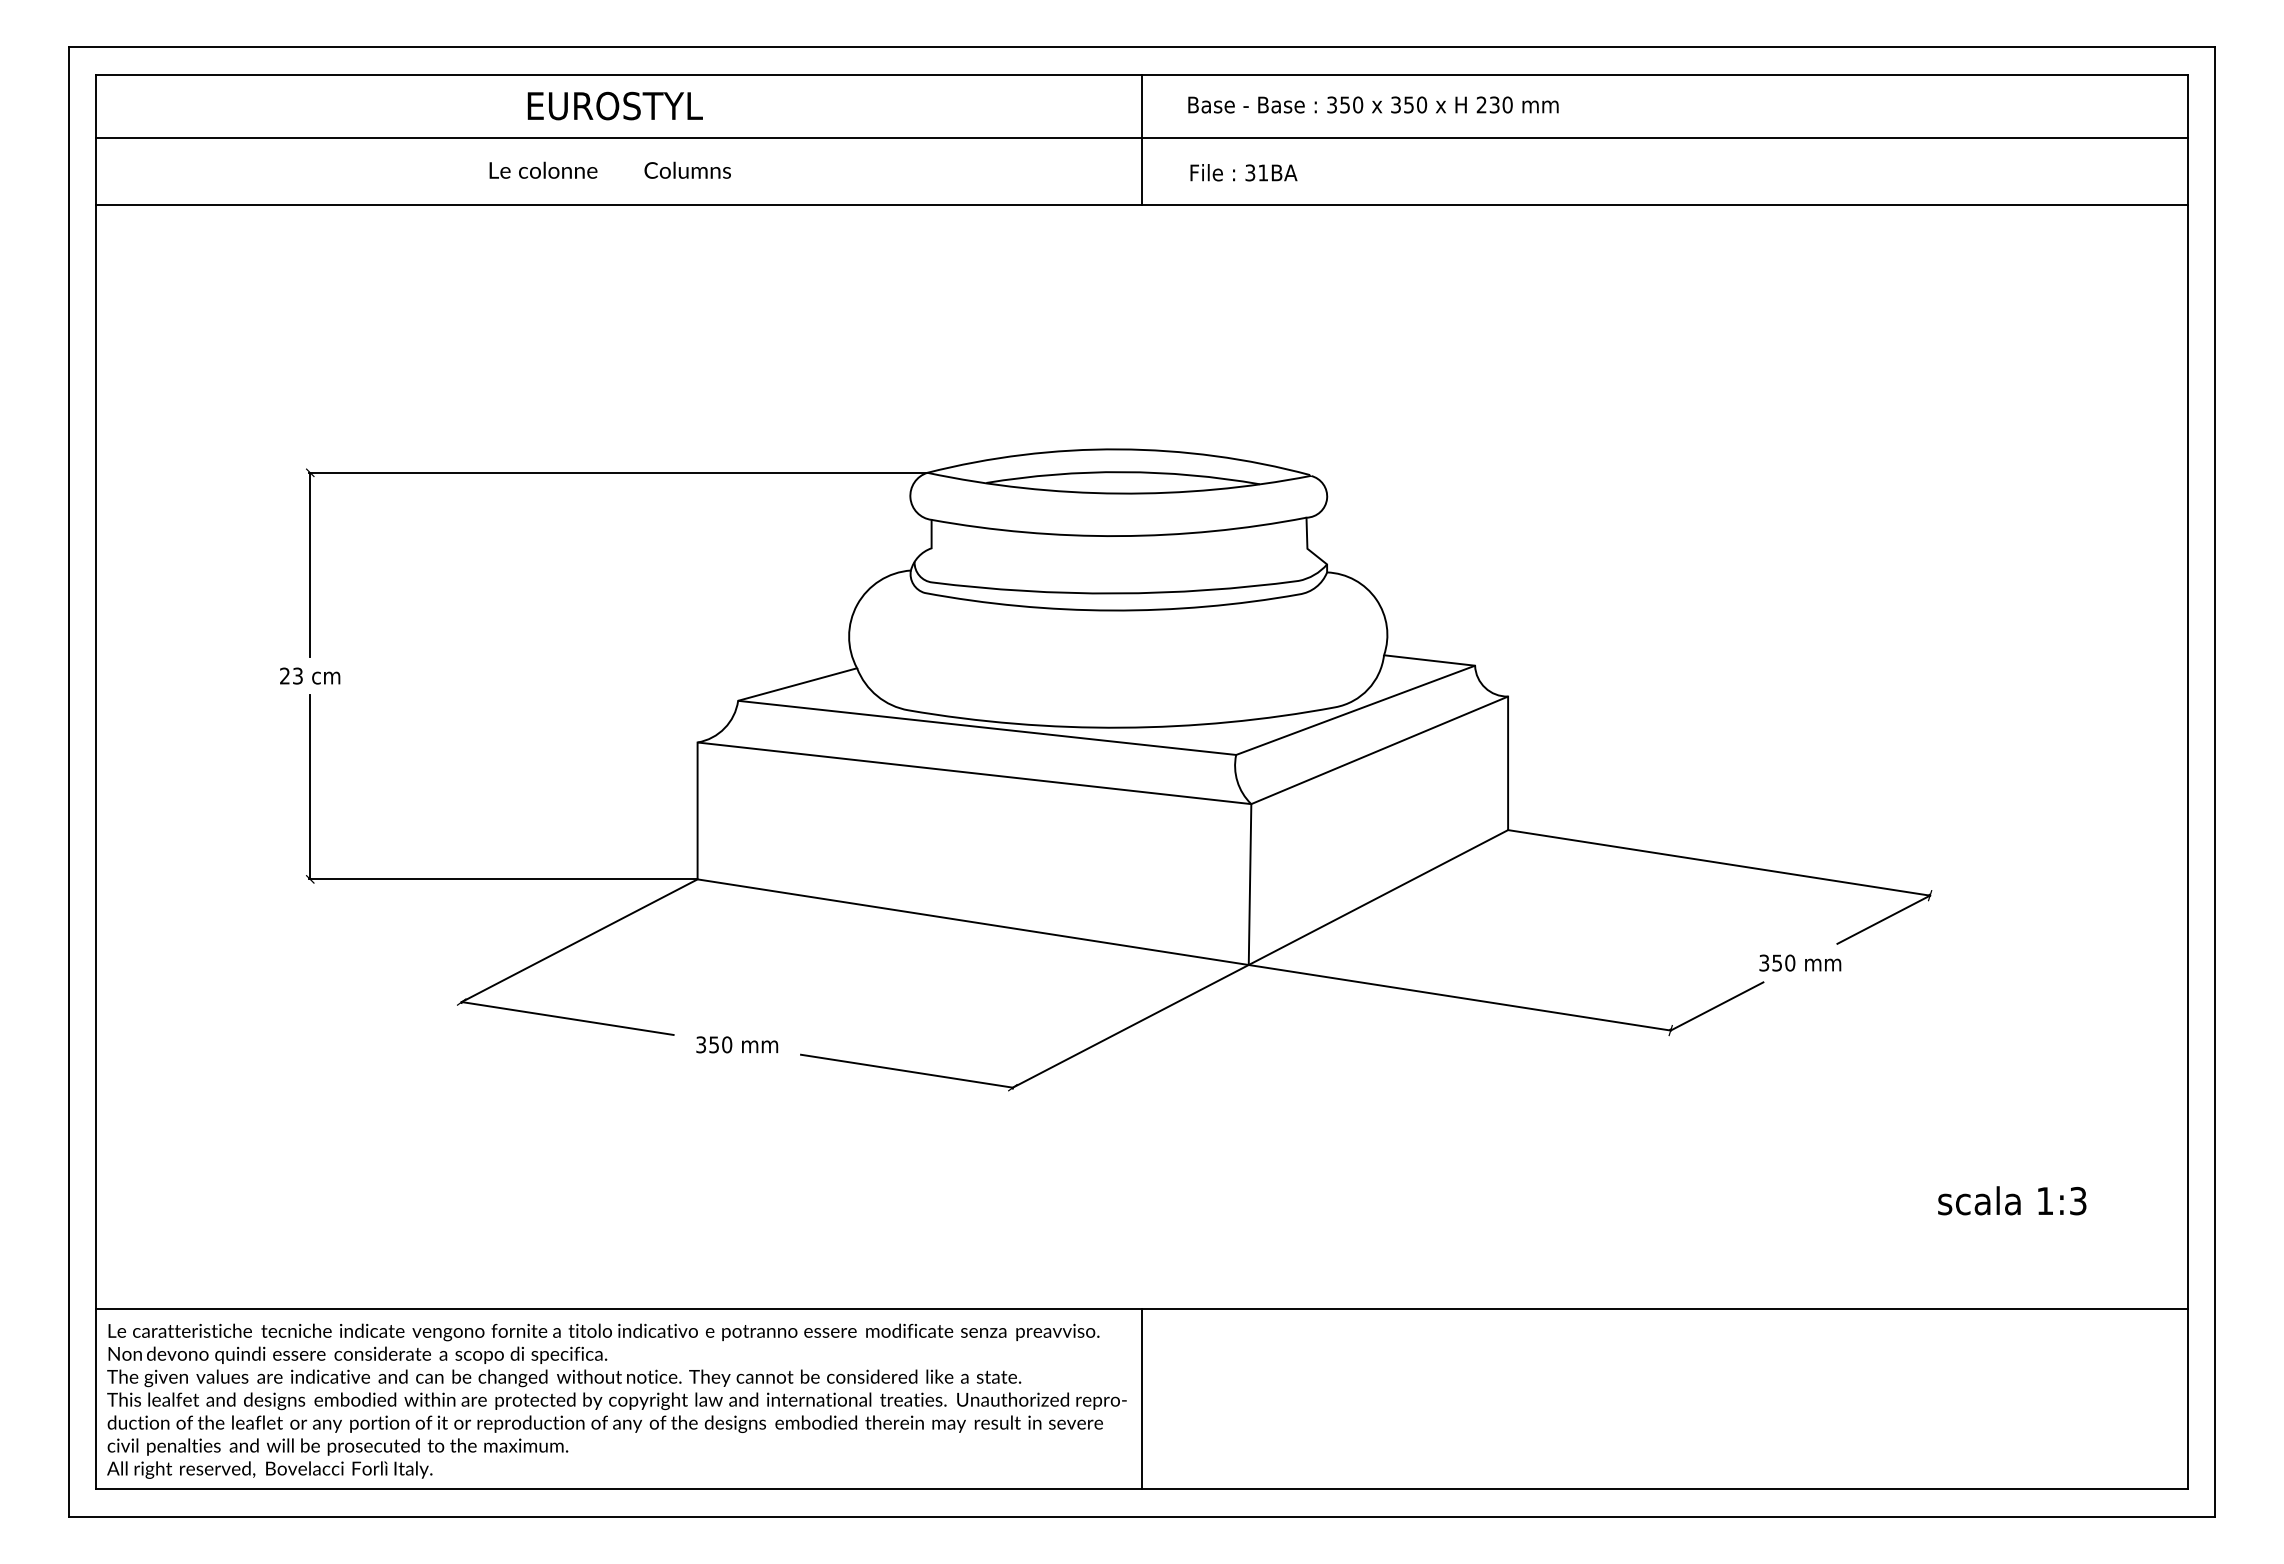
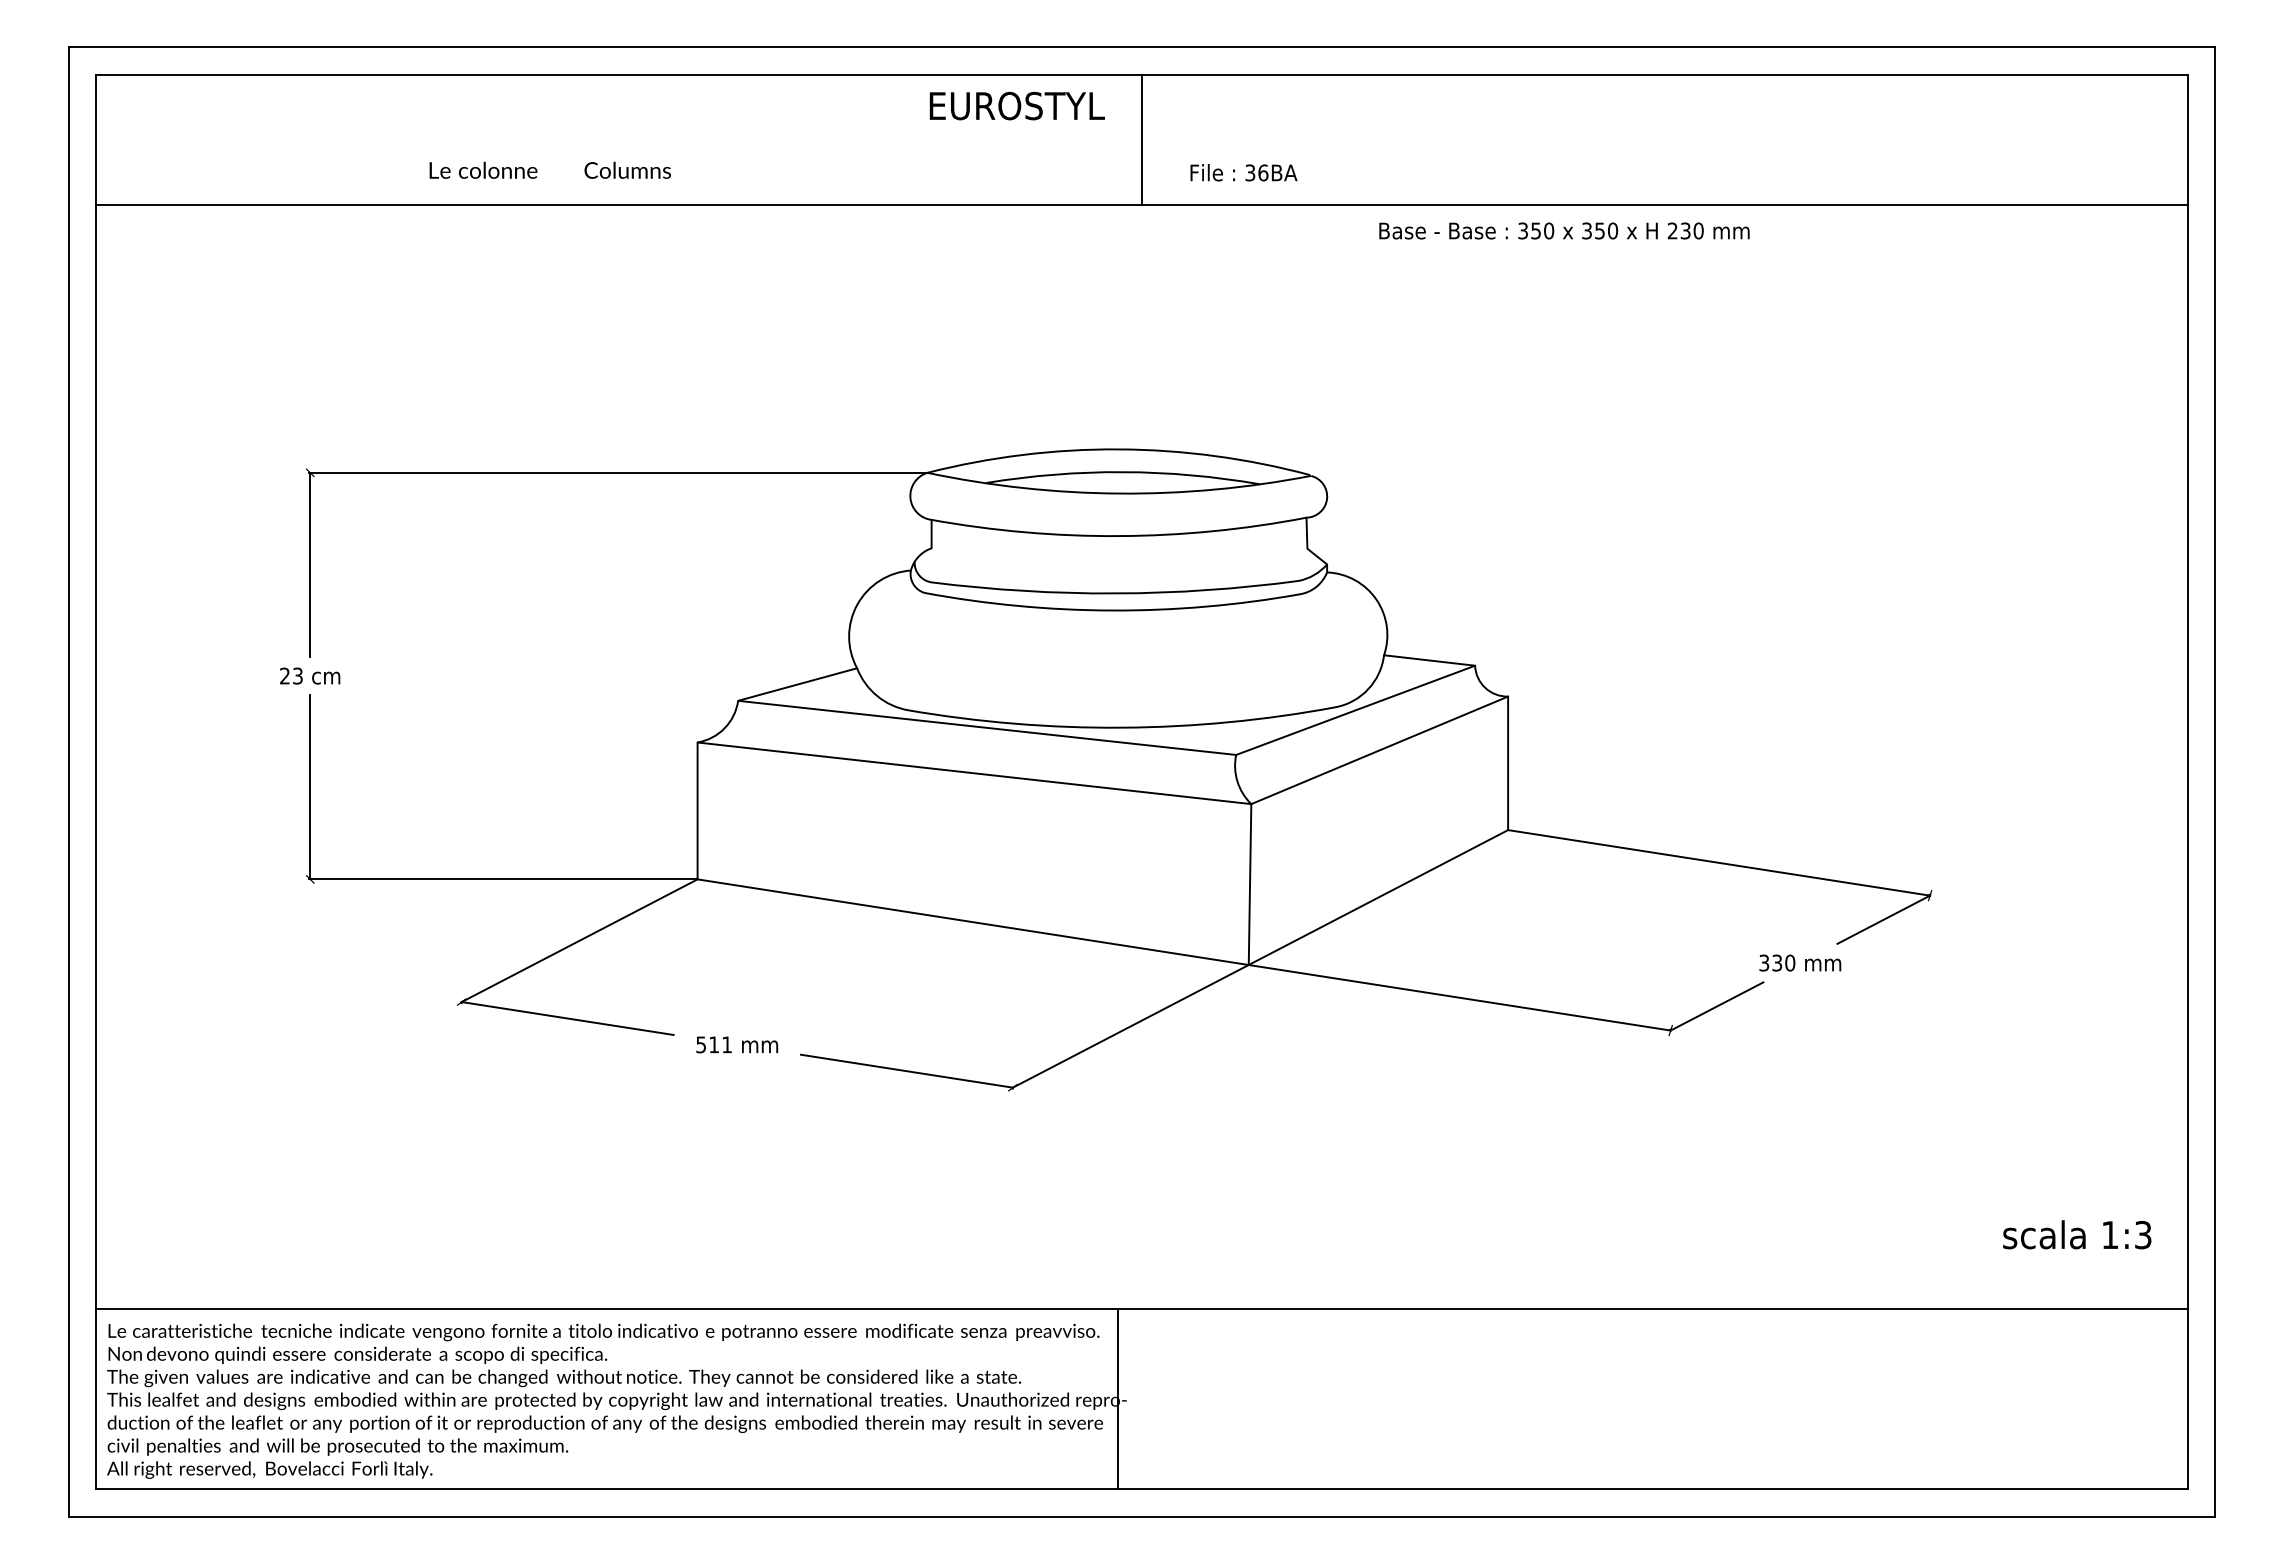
text at (1373, 104) position: (1373, 104) -> (1564, 230)
text at (614, 105) position: (614, 105) -> (1016, 105)
line at (1141, 138): present -> none
text at (609, 169) position: (609, 169) -> (549, 169)
text at (1263, 172): 31BA -> 36BA
text at (1777, 962): 350 -> 330
text at (714, 1044): 350 -> 511
text at (2012, 1200) position: (2012, 1200) -> (2077, 1234)
line at (1142, 1398) position: (1142, 1398) -> (1118, 1398)
